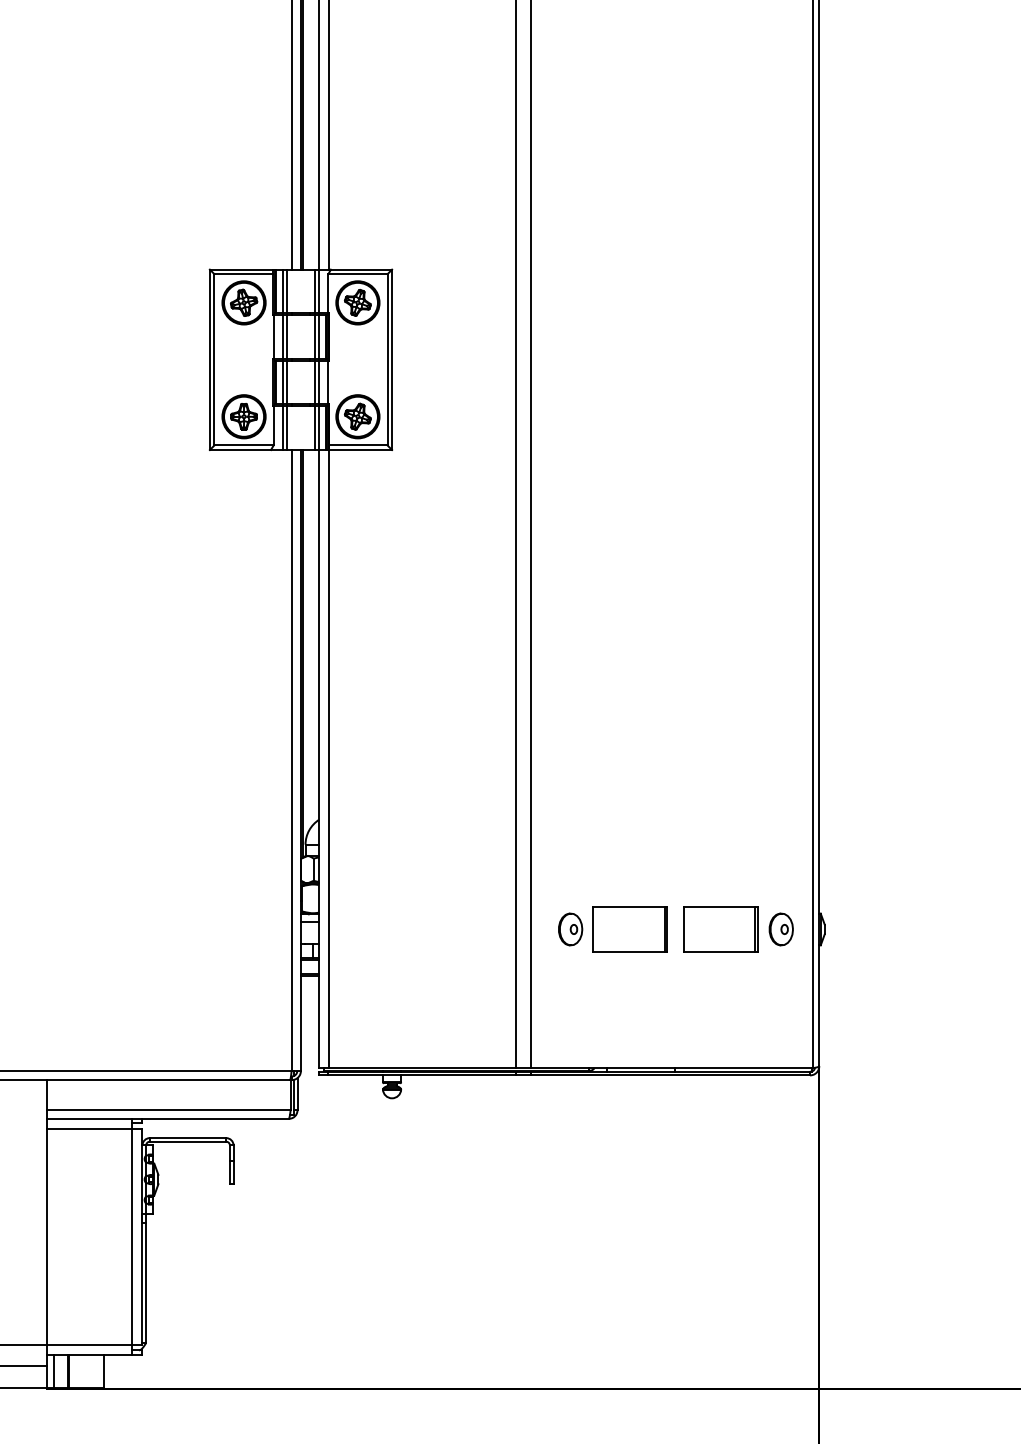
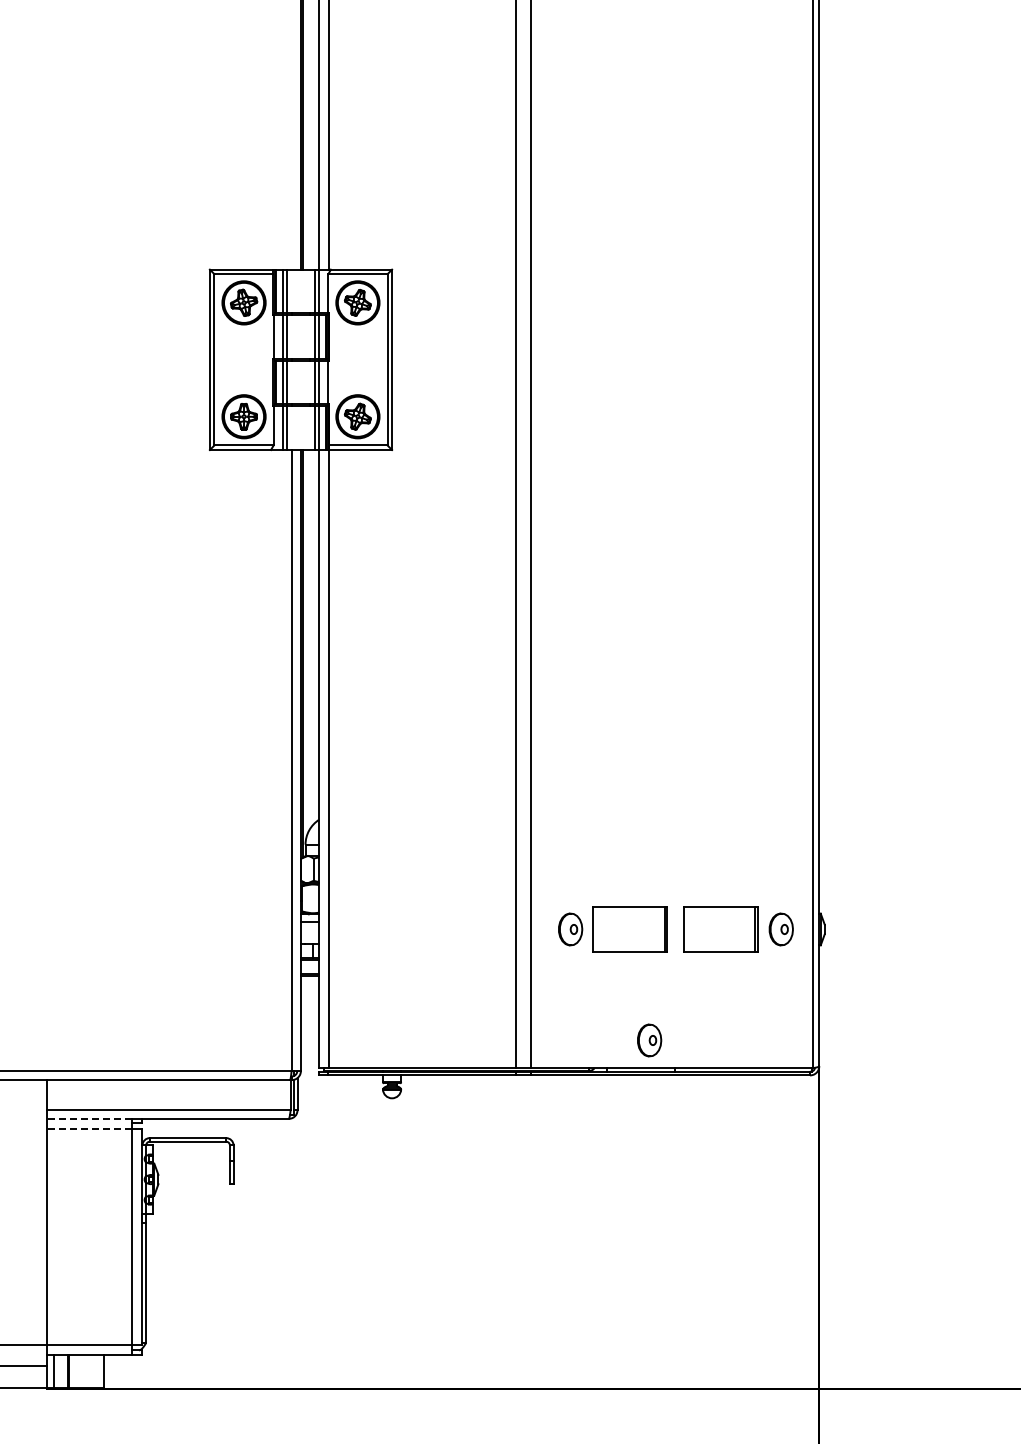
line at (291, 135): present -> none
part at (649, 1040): none -> present
line at (88, 1118): solid -> dashed
line at (88, 1128): solid -> dashed
